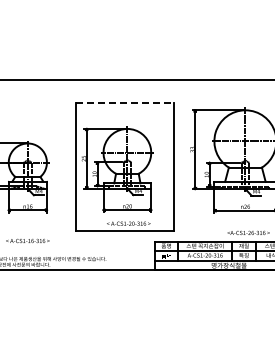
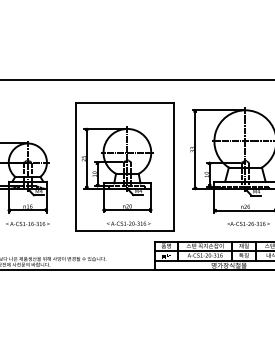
line at (125, 103): dashed -> solid
text at (248, 232) position: (248, 232) -> (248, 223)
text at (27, 240) position: (27, 240) -> (27, 223)
